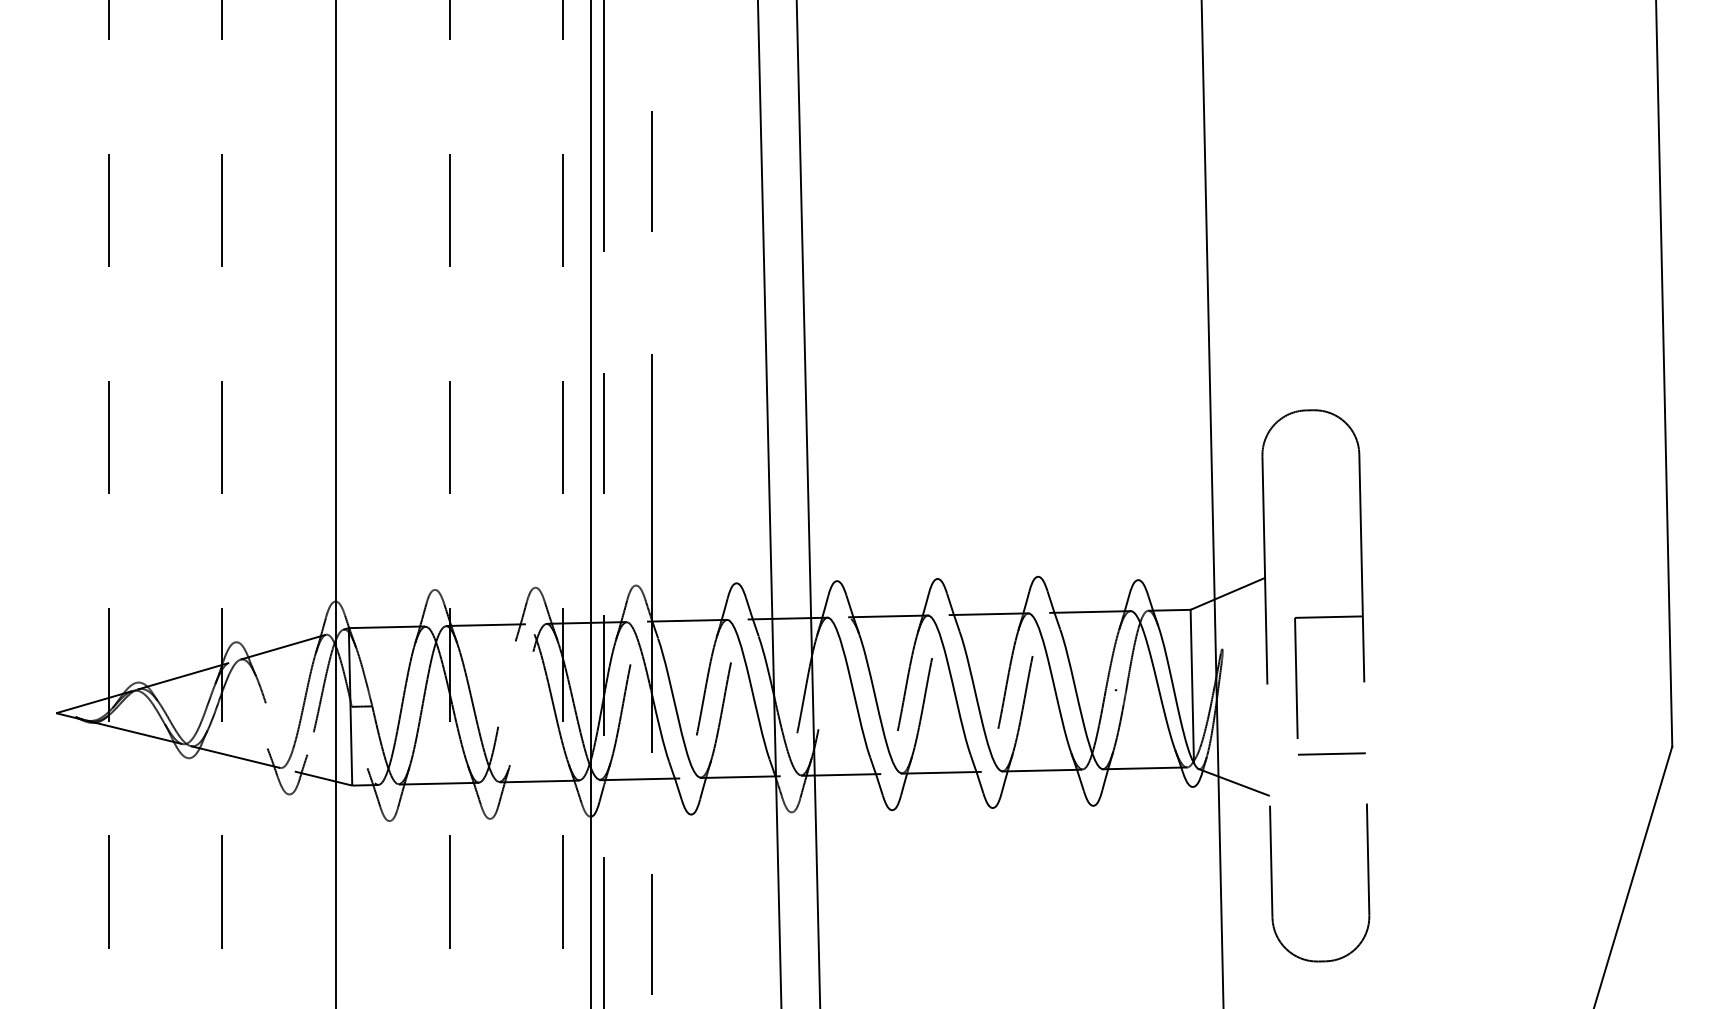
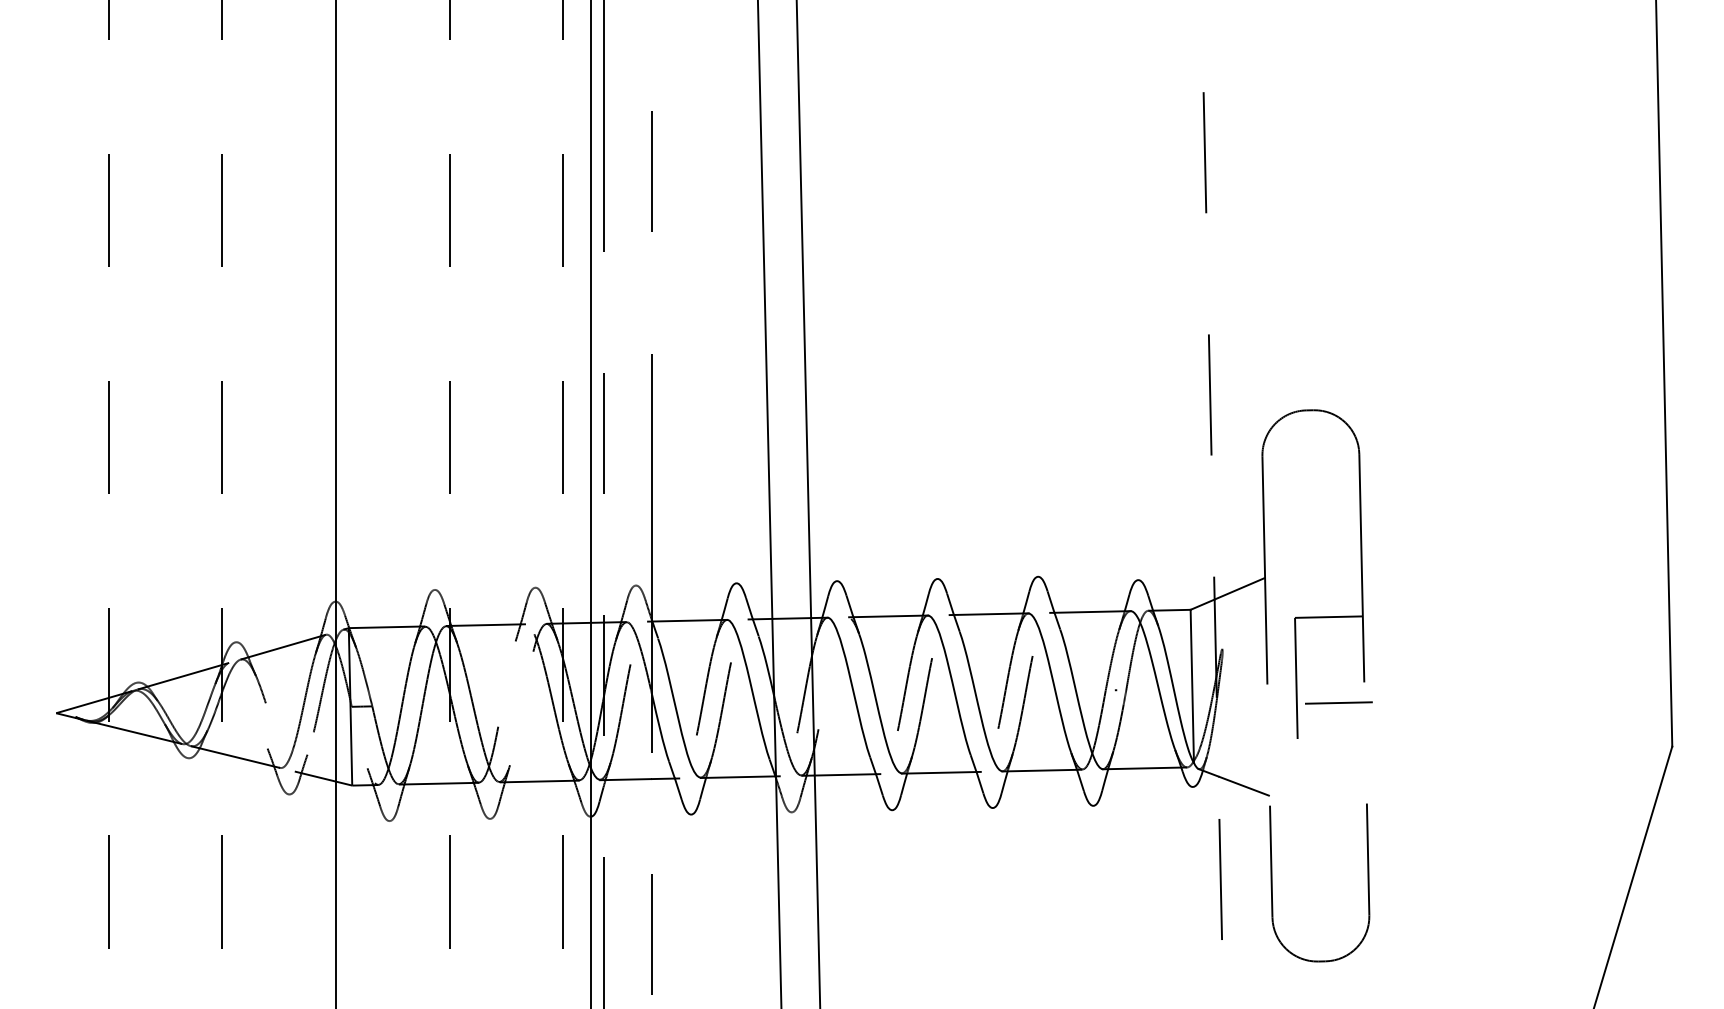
line at (1212, 503): solid -> dashed
line at (1331, 753) position: (1331, 753) -> (1338, 702)
